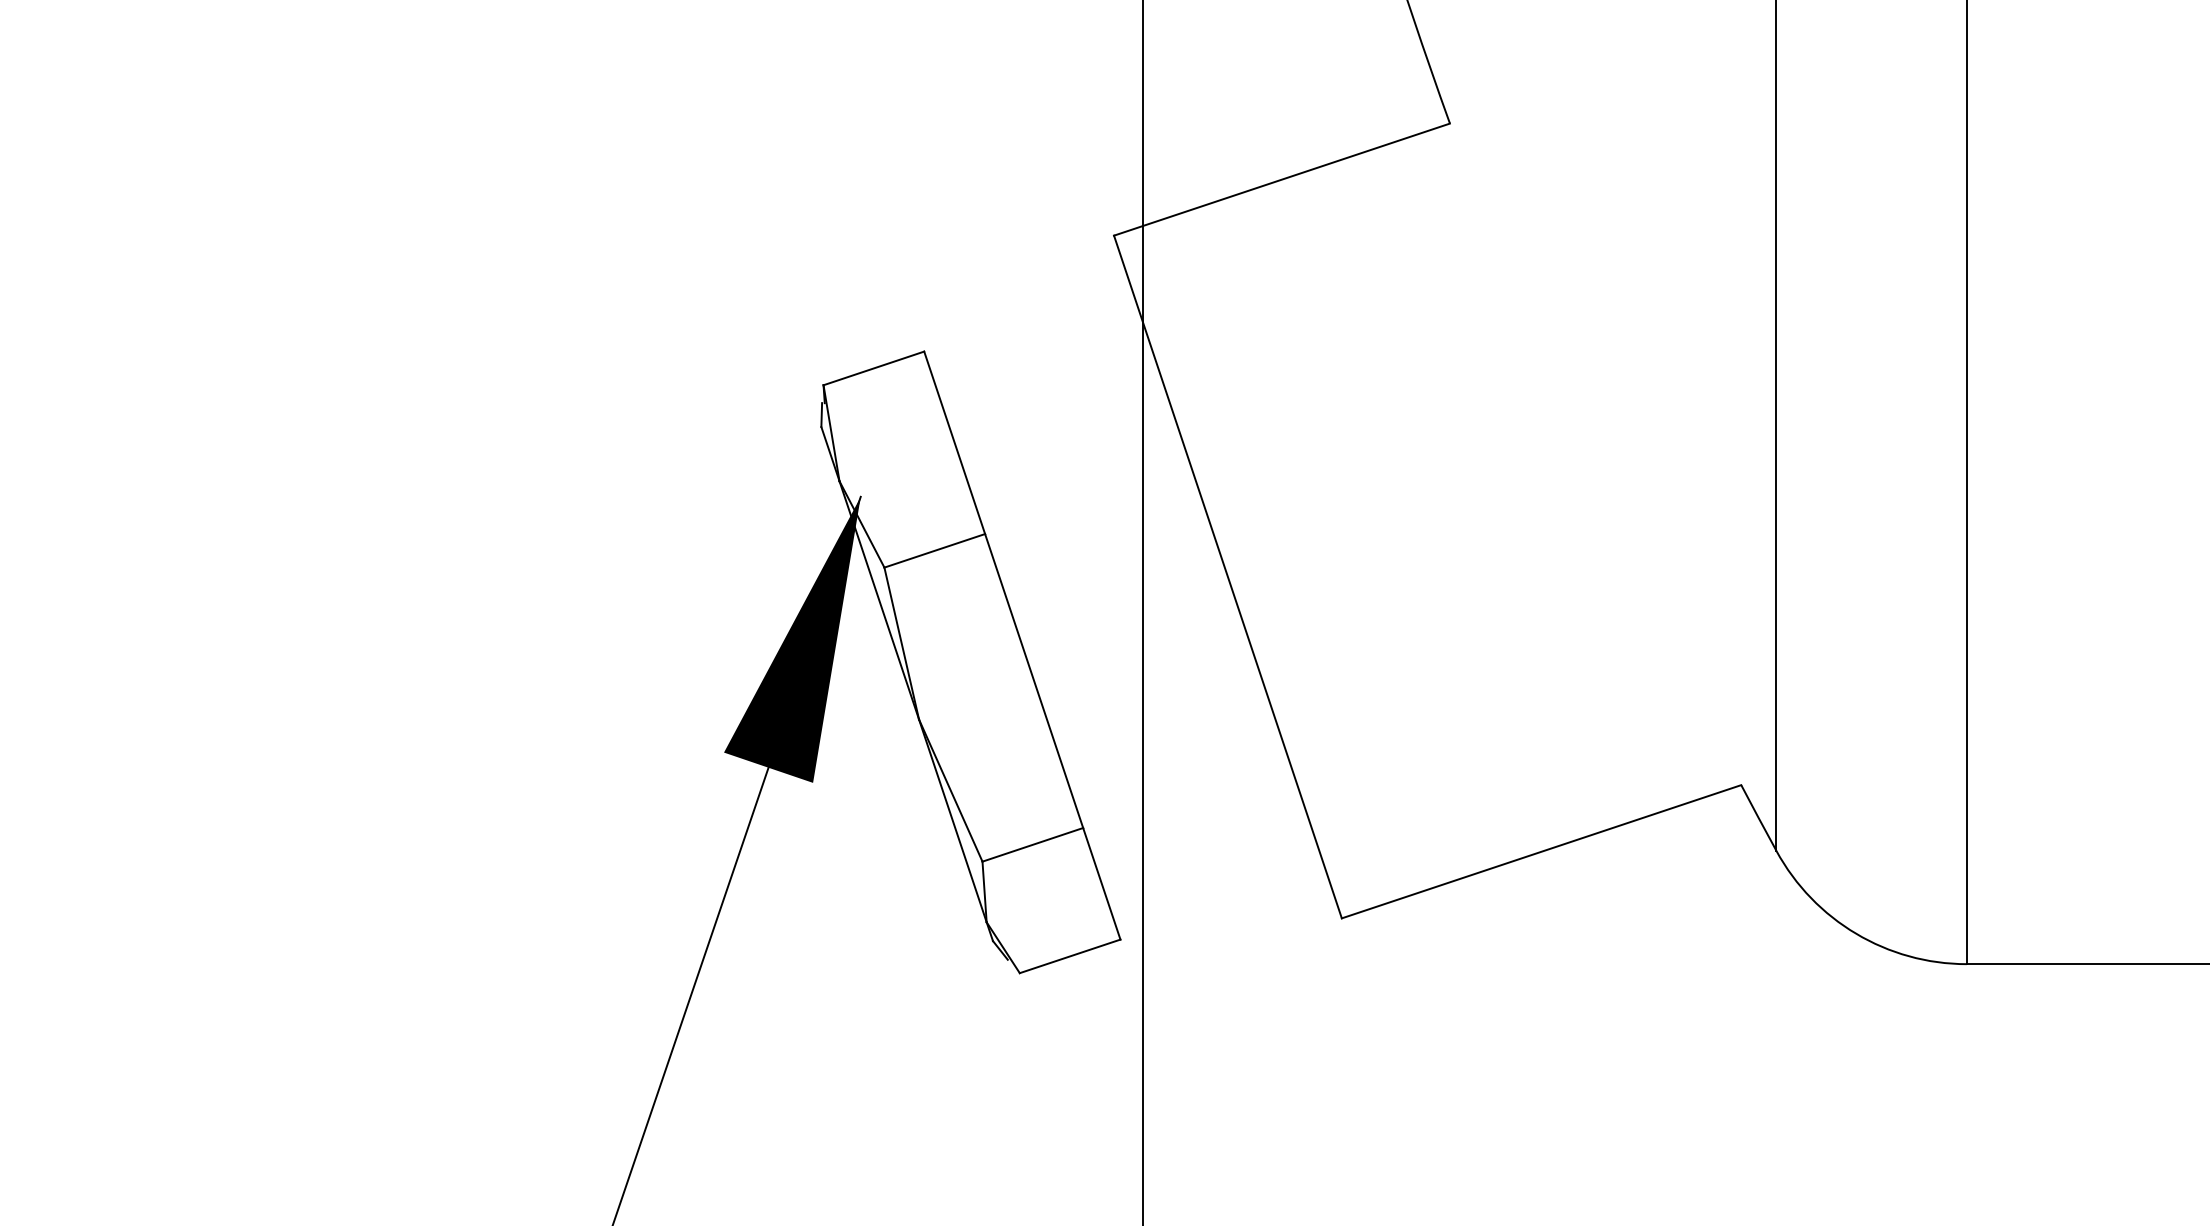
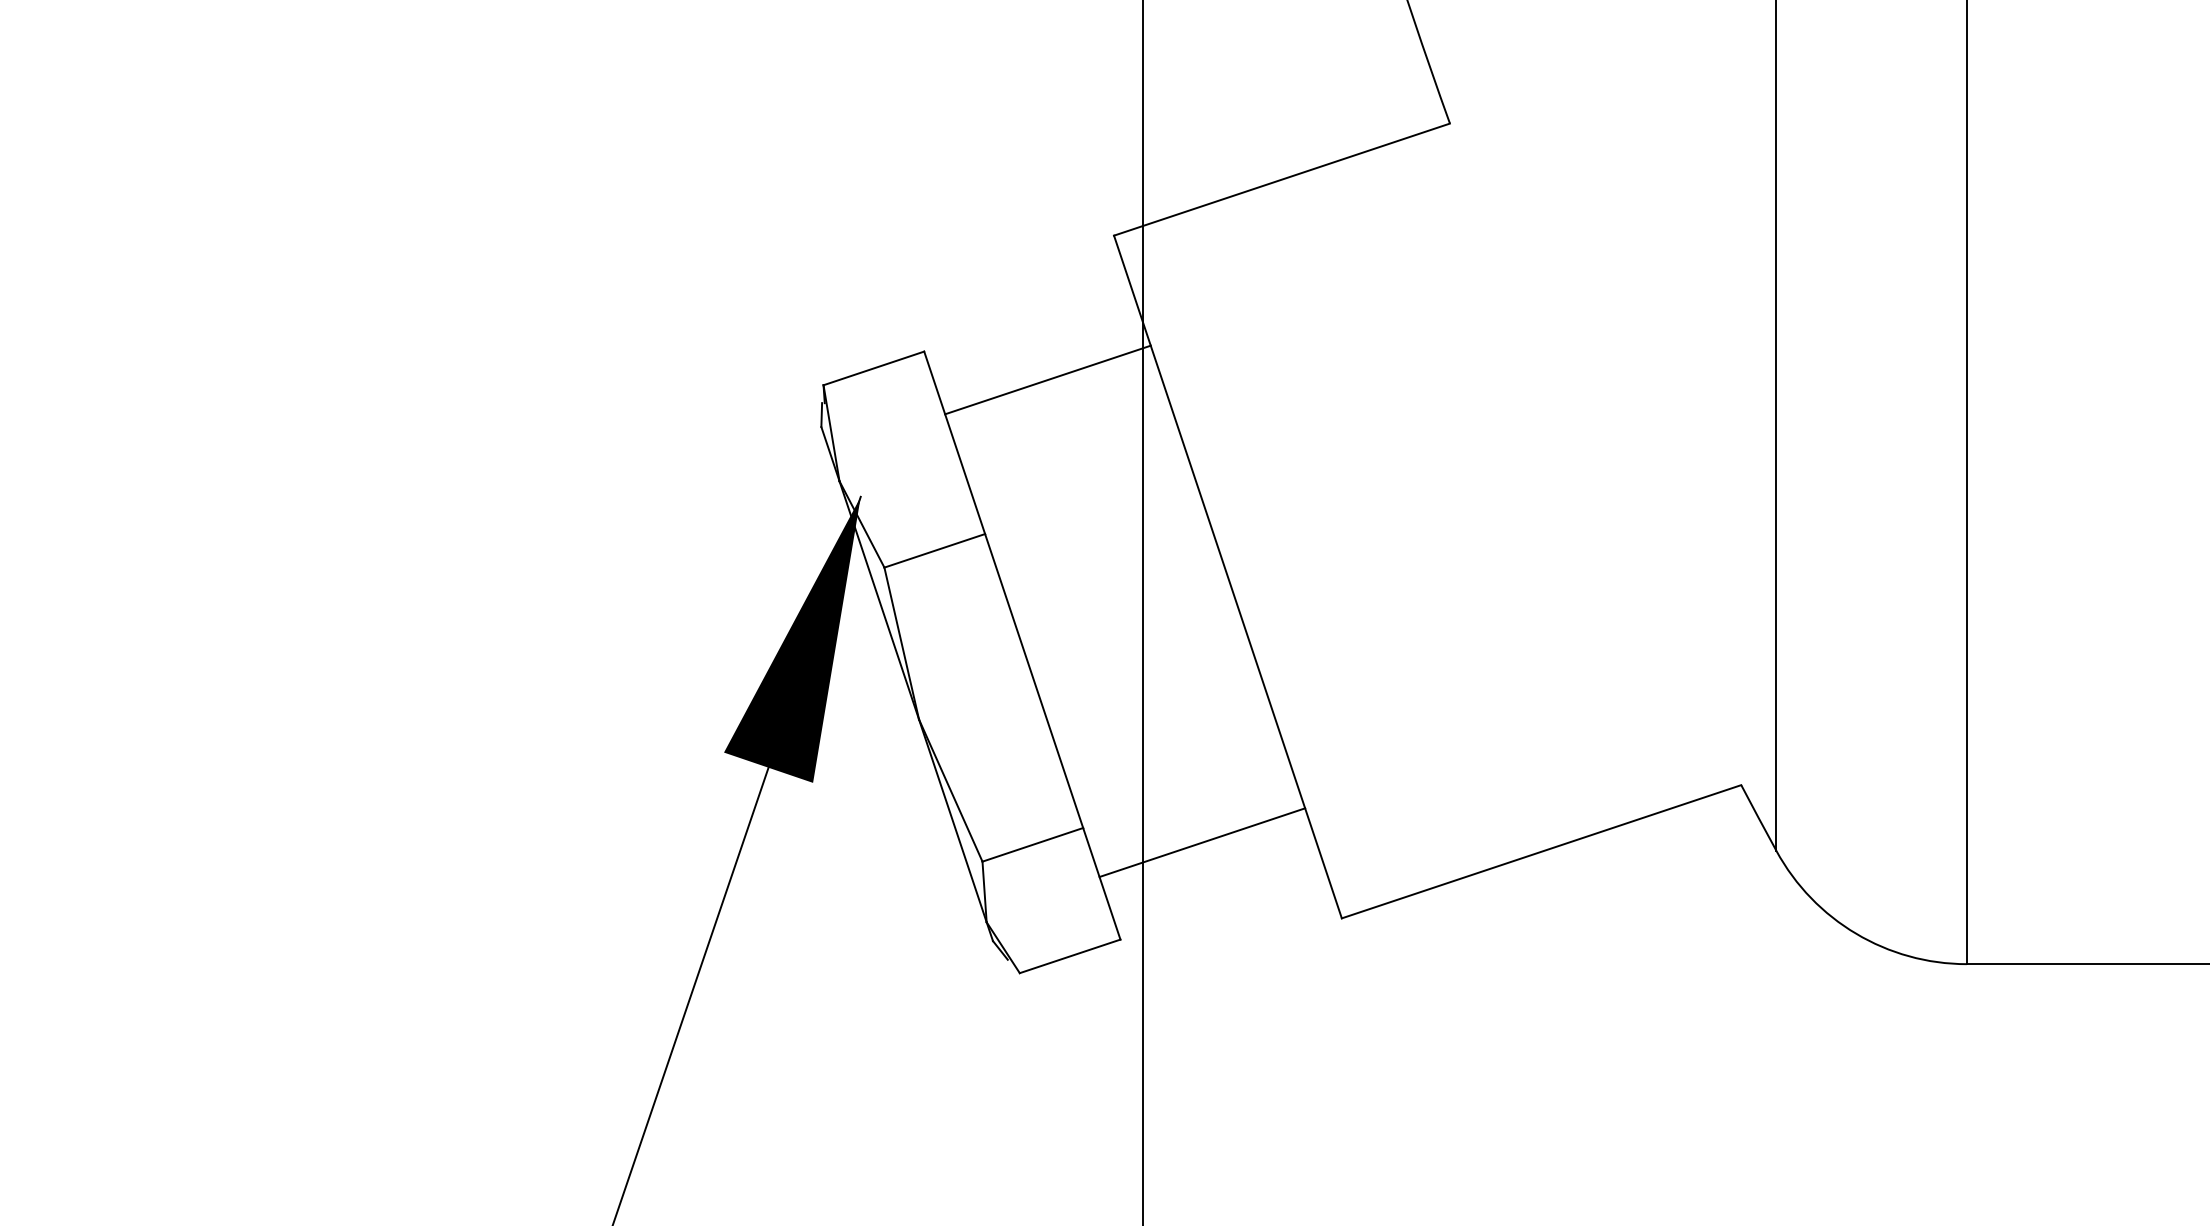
line at (1047, 379): none -> present
line at (1202, 842): none -> present
